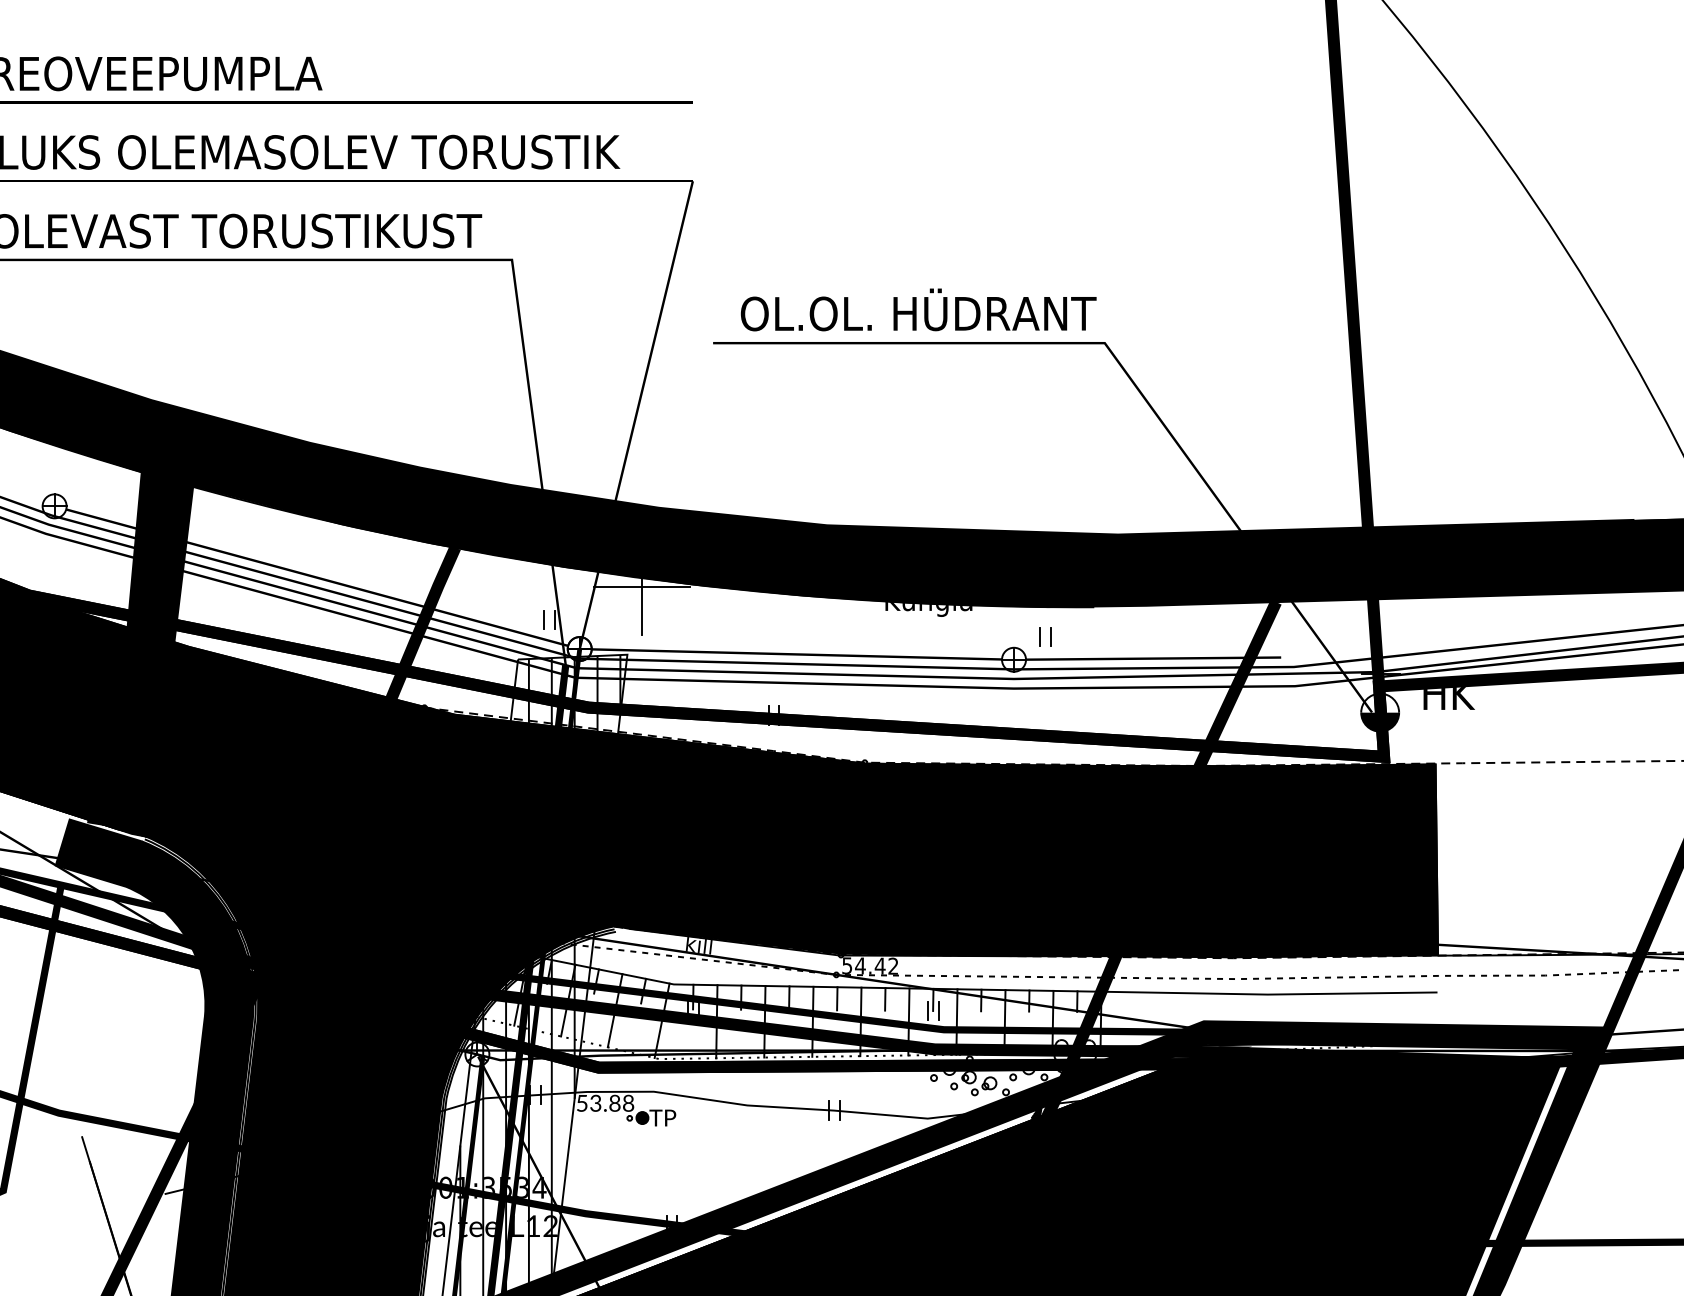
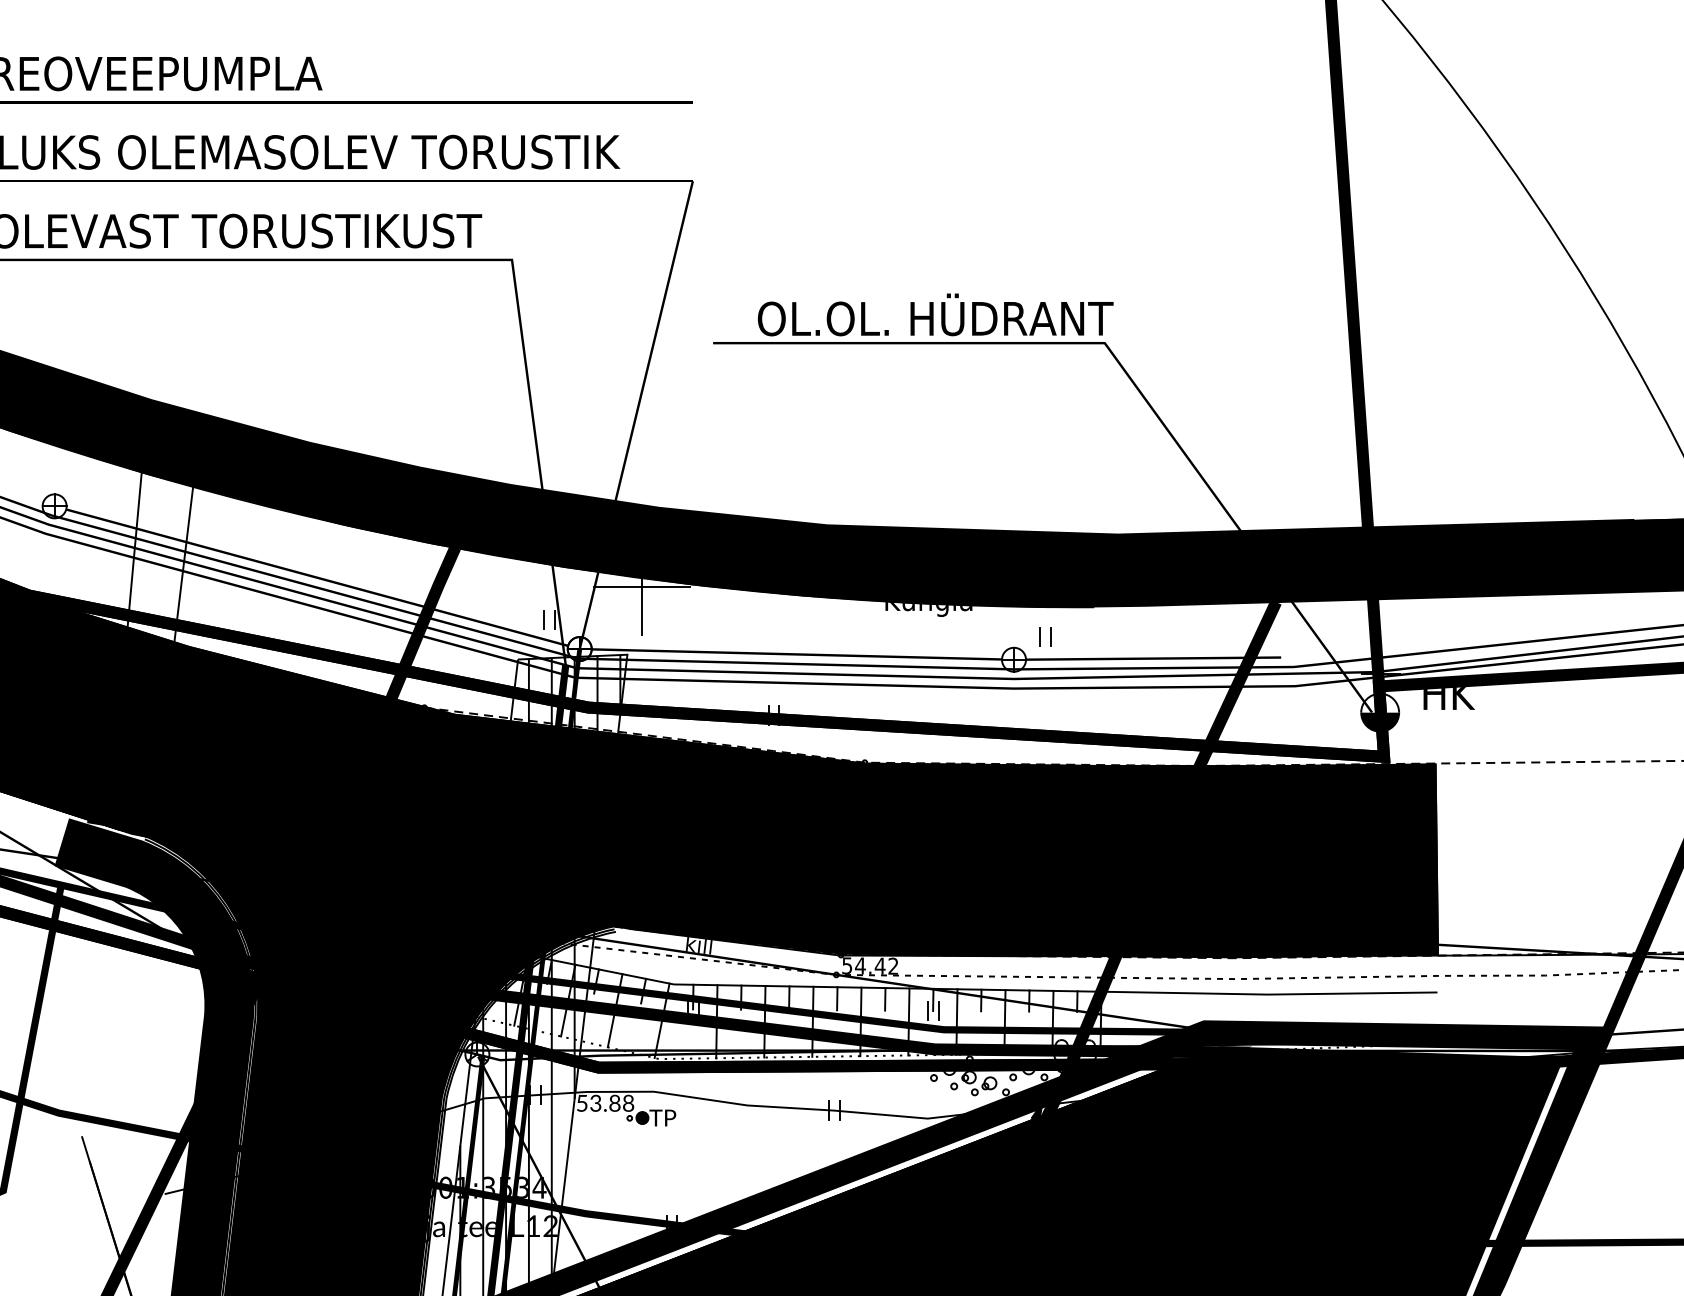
text at (918, 309) position: (918, 309) -> (935, 314)
fill at (159, 559): present -> none
